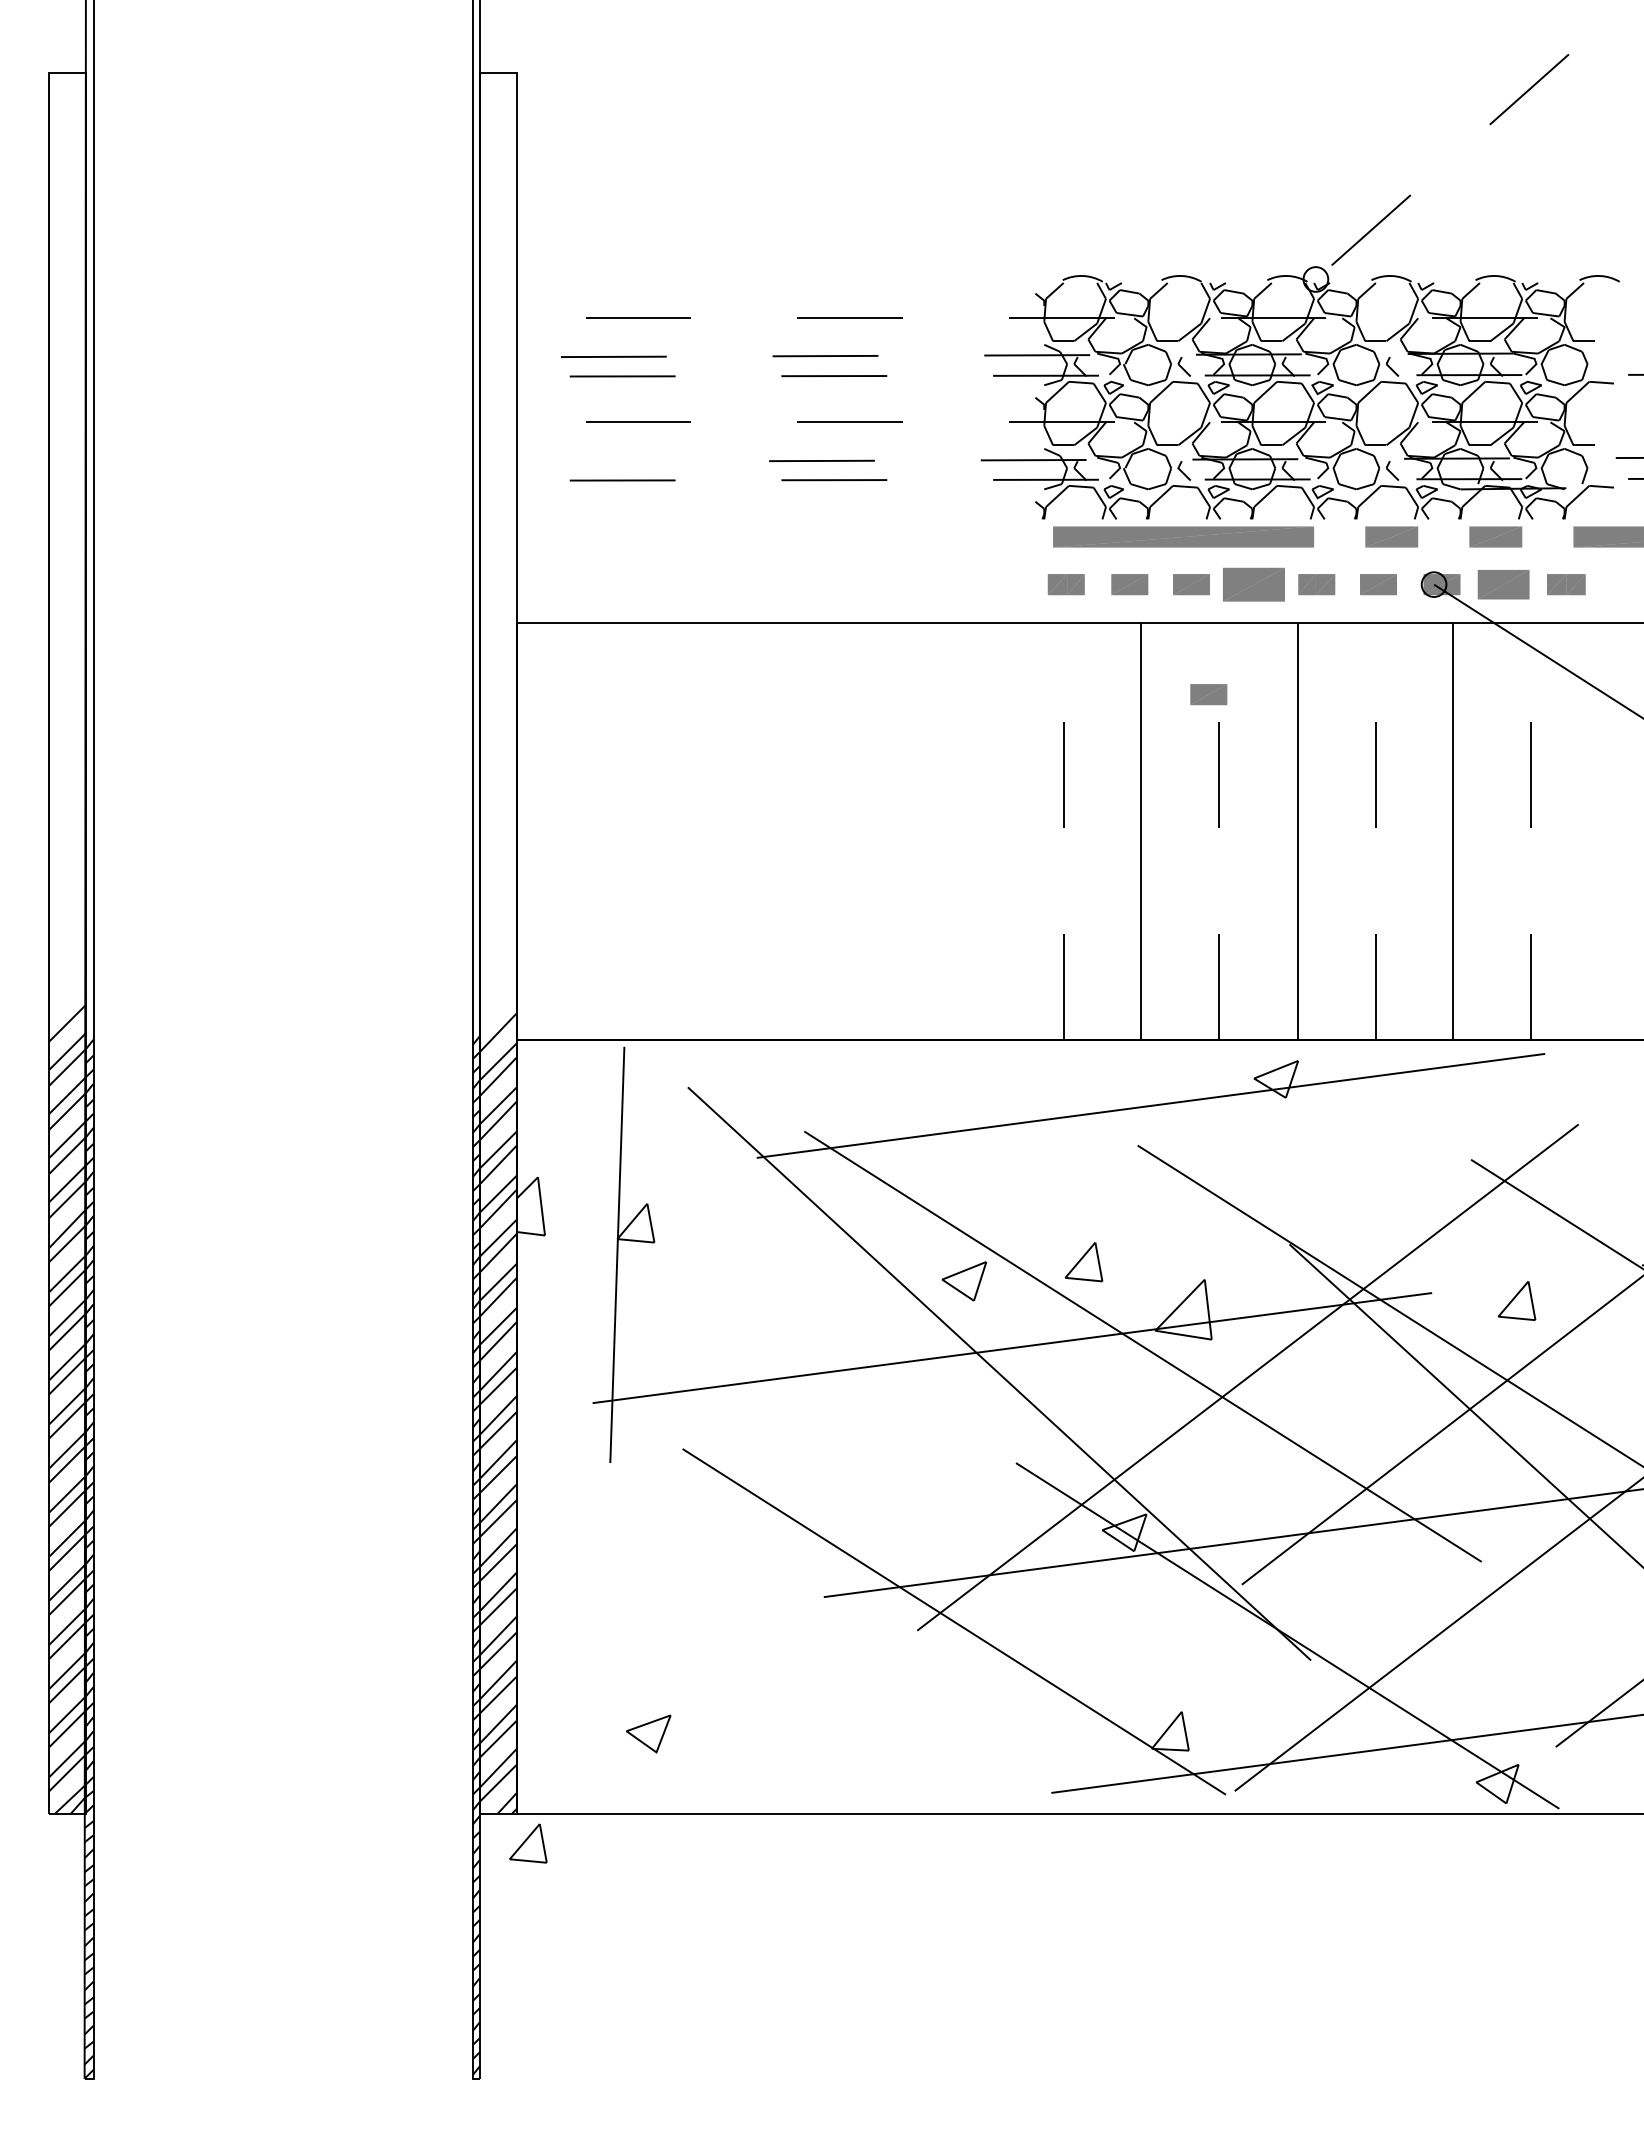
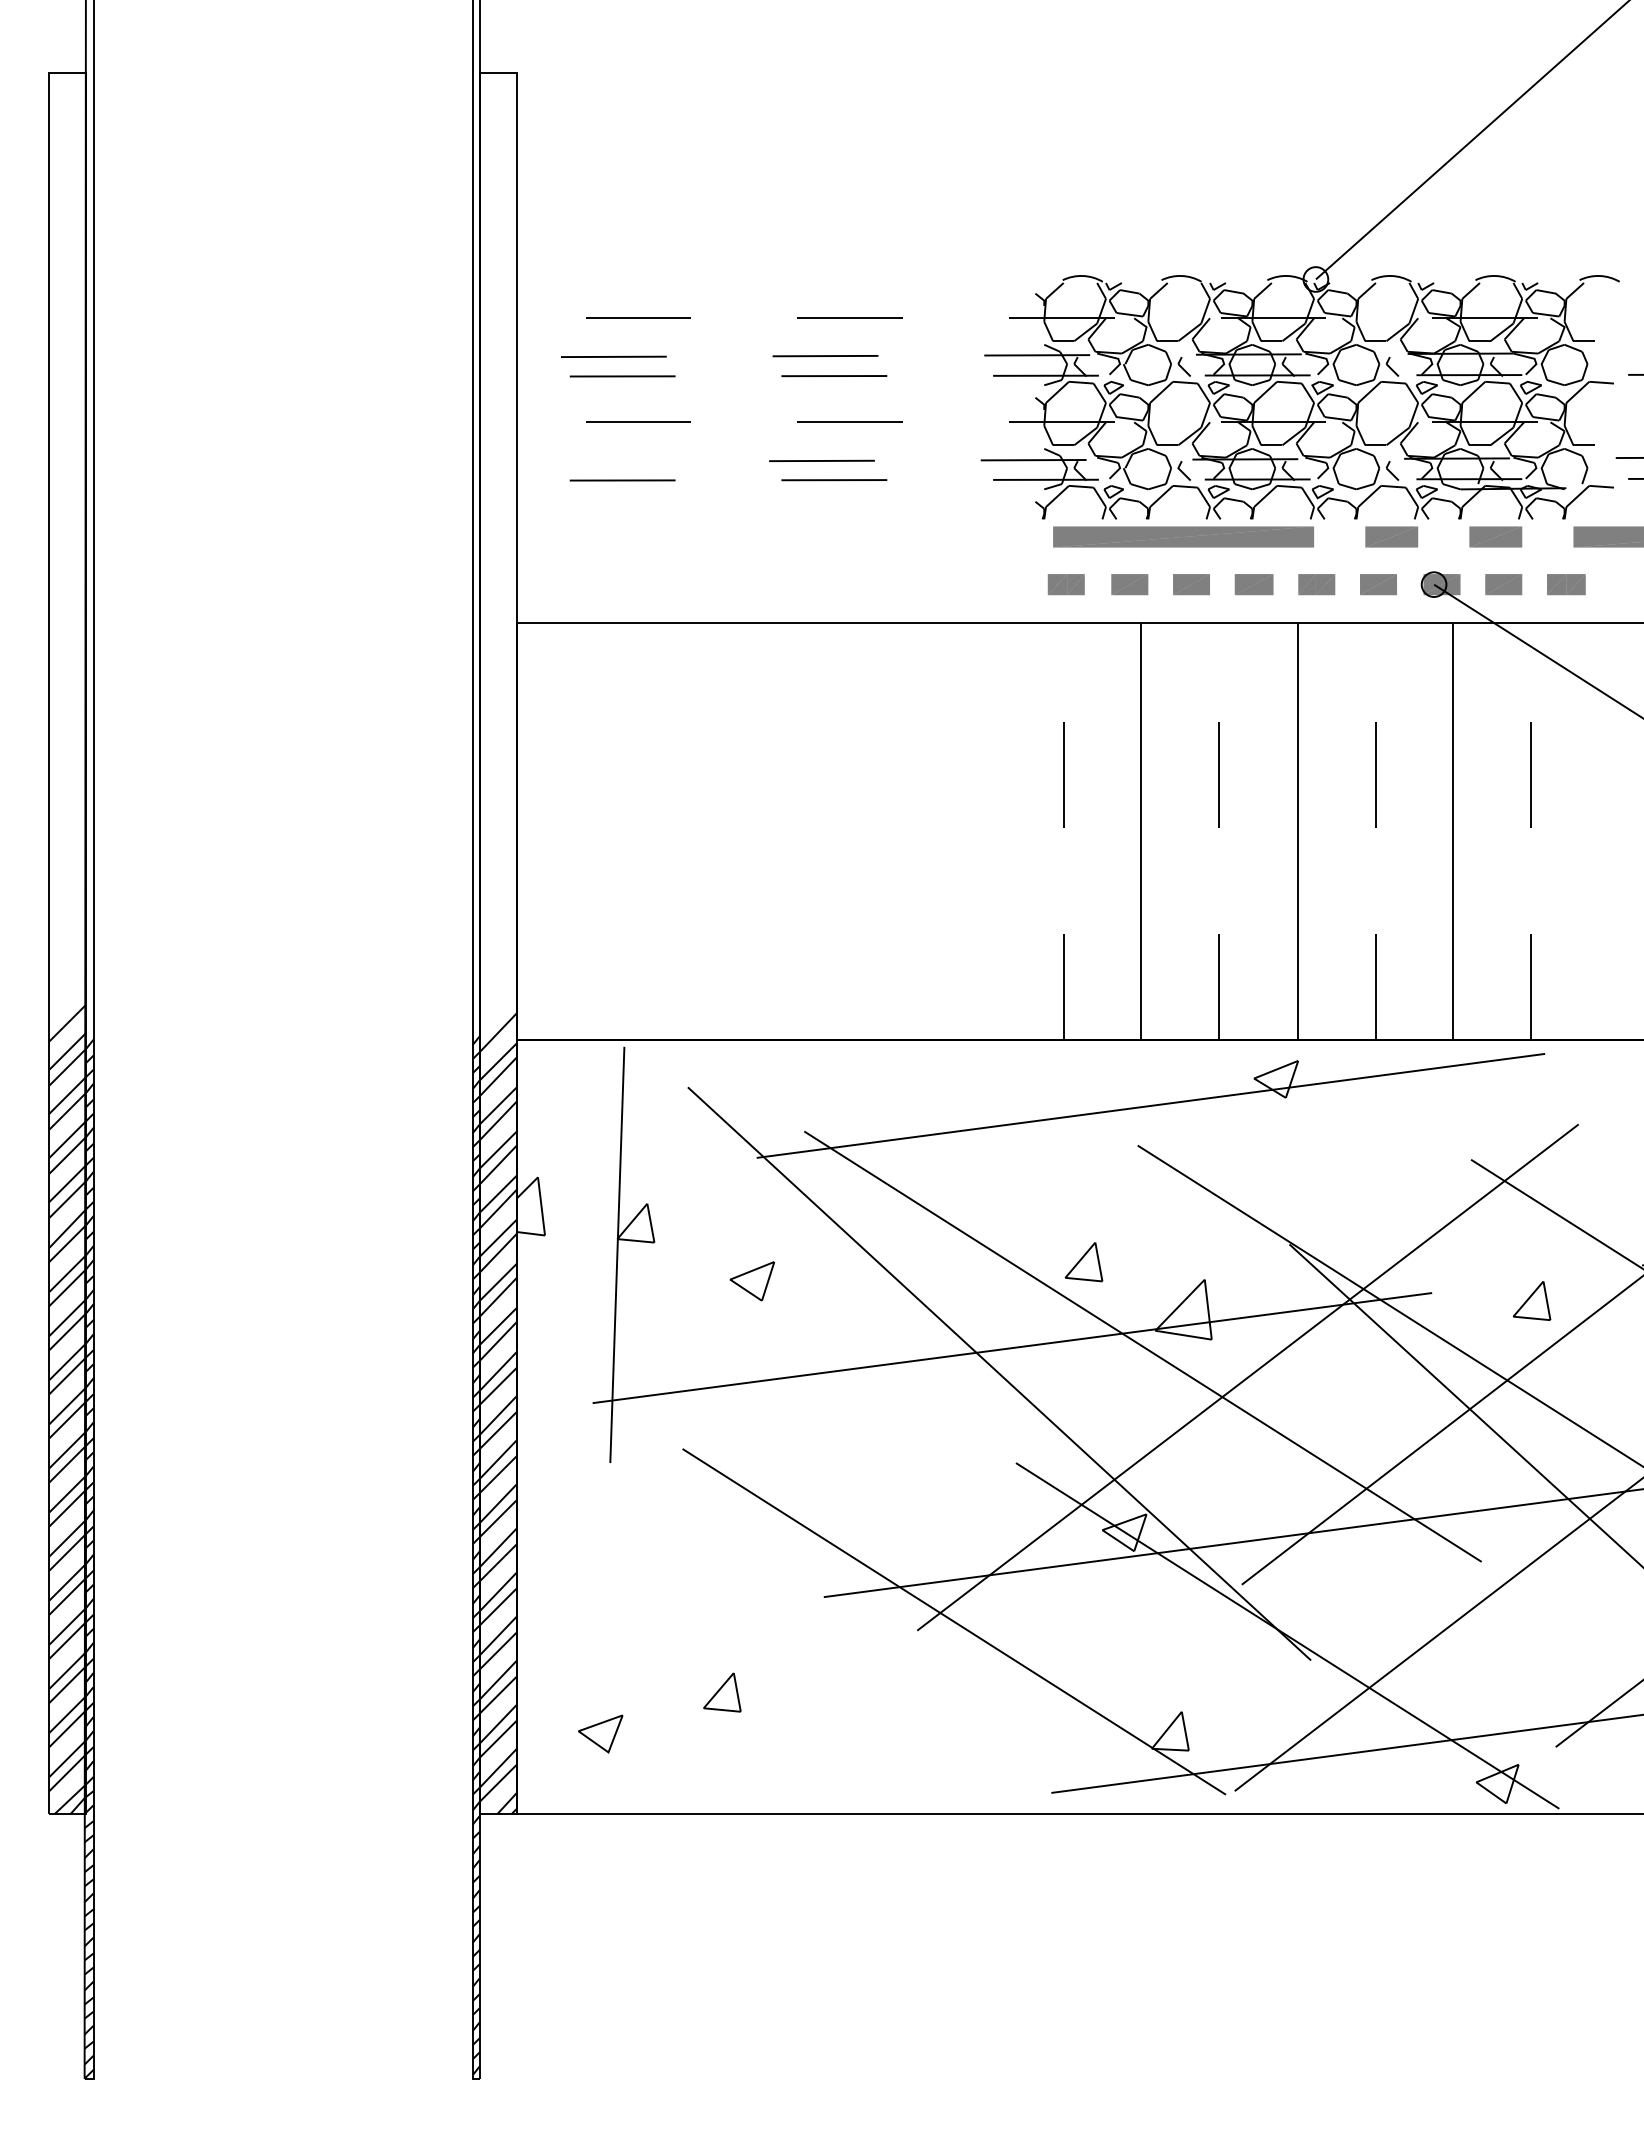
line at (1472, 139): dashed -> solid
part at (1253, 584) size: 62x34 px -> 39x21 px
part at (1503, 584) size: 53x30 px -> 38x21 px
part at (1208, 694): present -> none
part at (964, 1281) position: (964, 1281) -> (752, 1281)
part at (1516, 1300) position: (1516, 1300) -> (1531, 1300)
part at (648, 1733) position: (648, 1733) -> (600, 1733)
part at (528, 1843) position: (528, 1843) -> (722, 1692)
